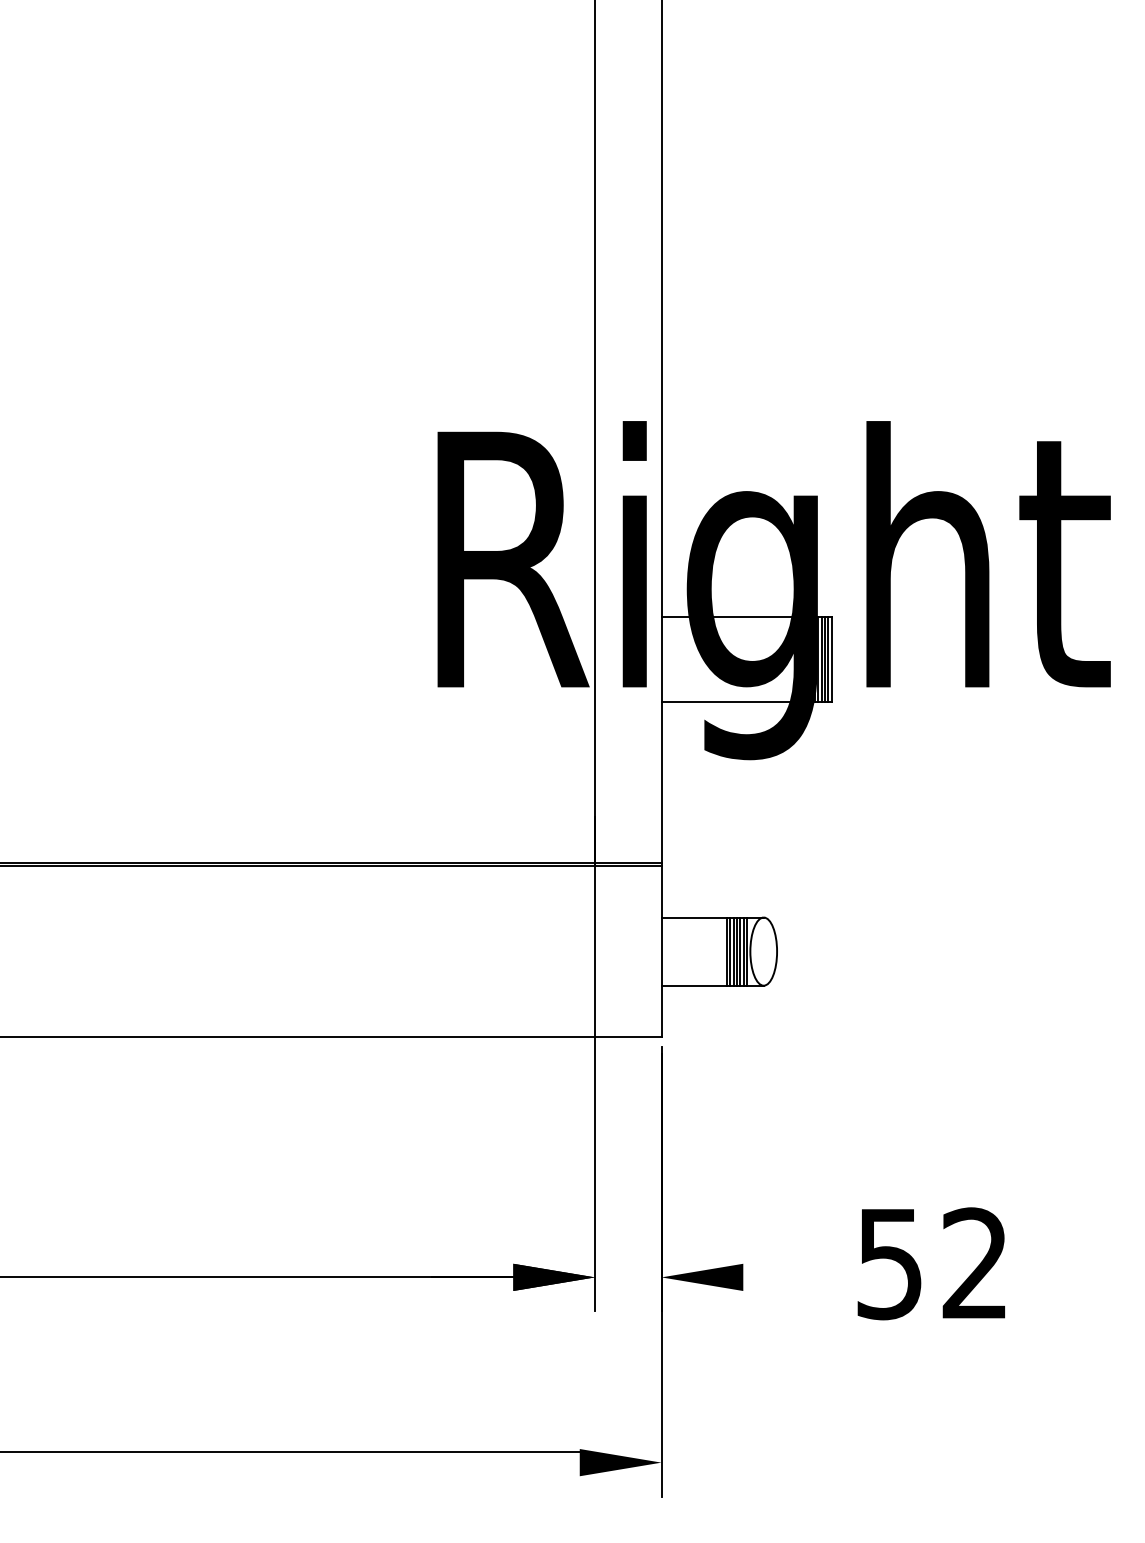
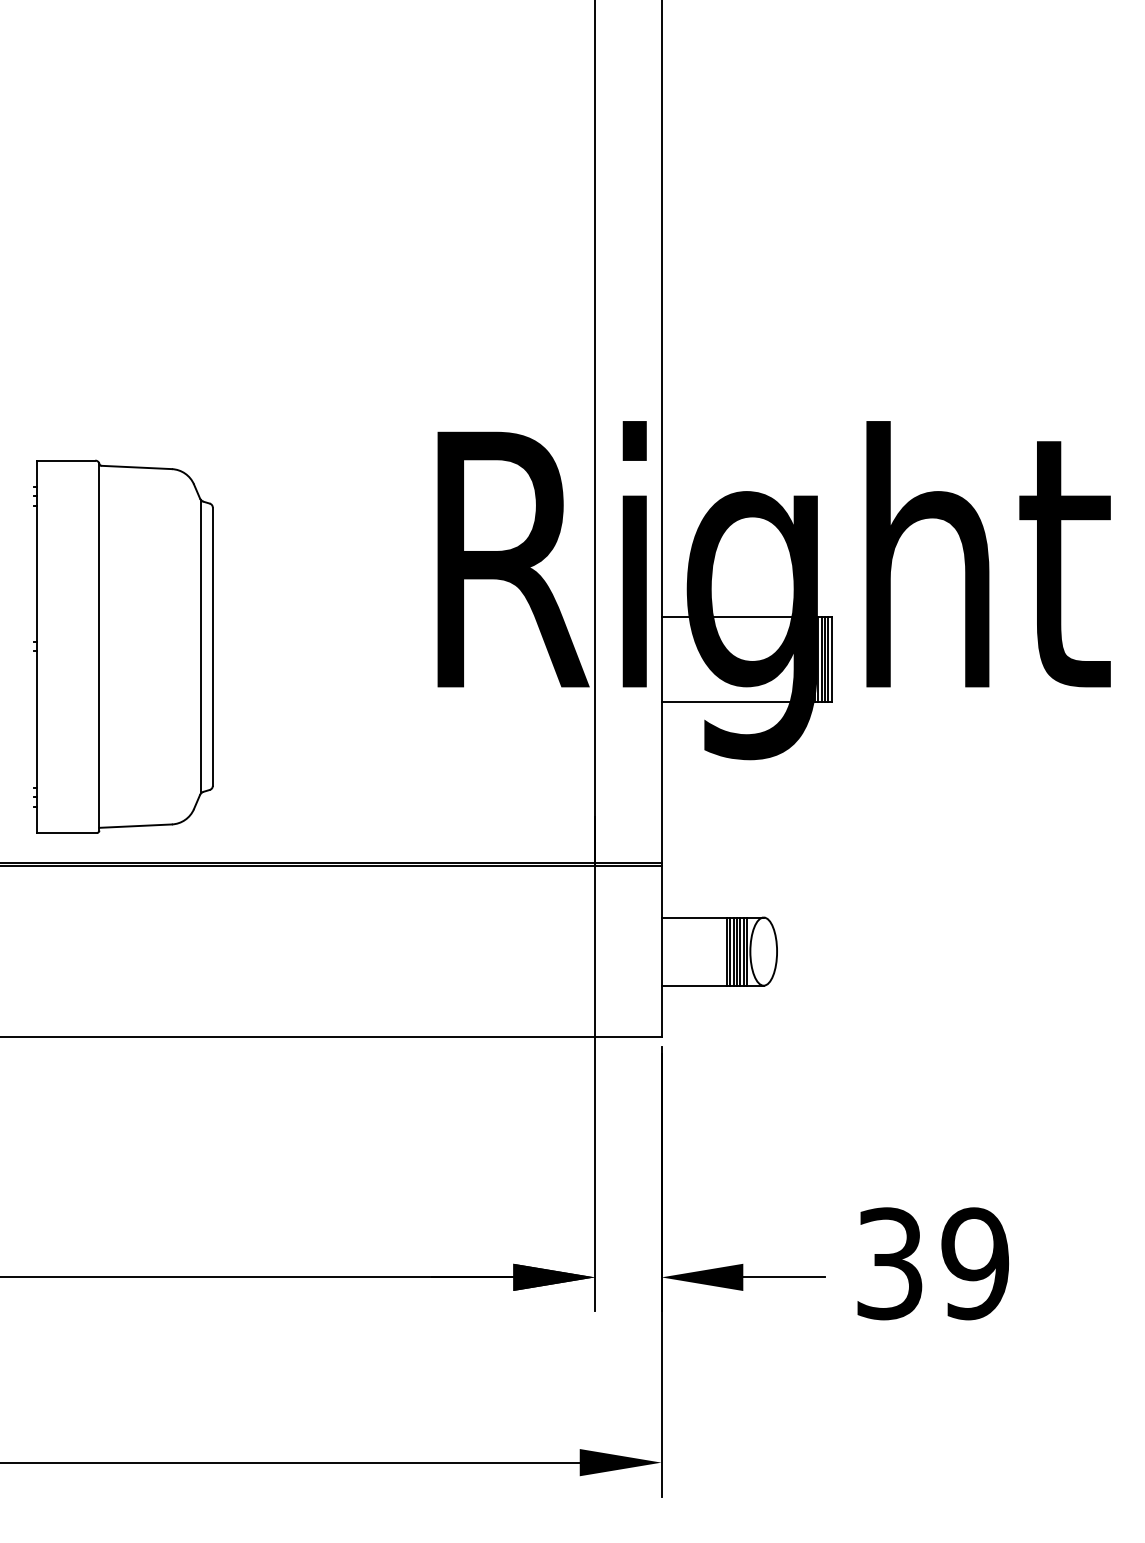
part at (123, 646): none -> present
text at (933, 1263): 52 -> 39
line at (784, 1277): none -> present
line at (290, 1451) position: (290, 1451) -> (290, 1462)
